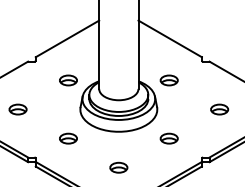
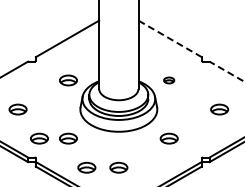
line at (170, 38): solid -> dashed
line at (226, 71): solid -> dashed
part at (168, 80) size: 20x13 px -> 13x9 px
part at (39, 138): none -> present
part at (86, 167): none -> present
